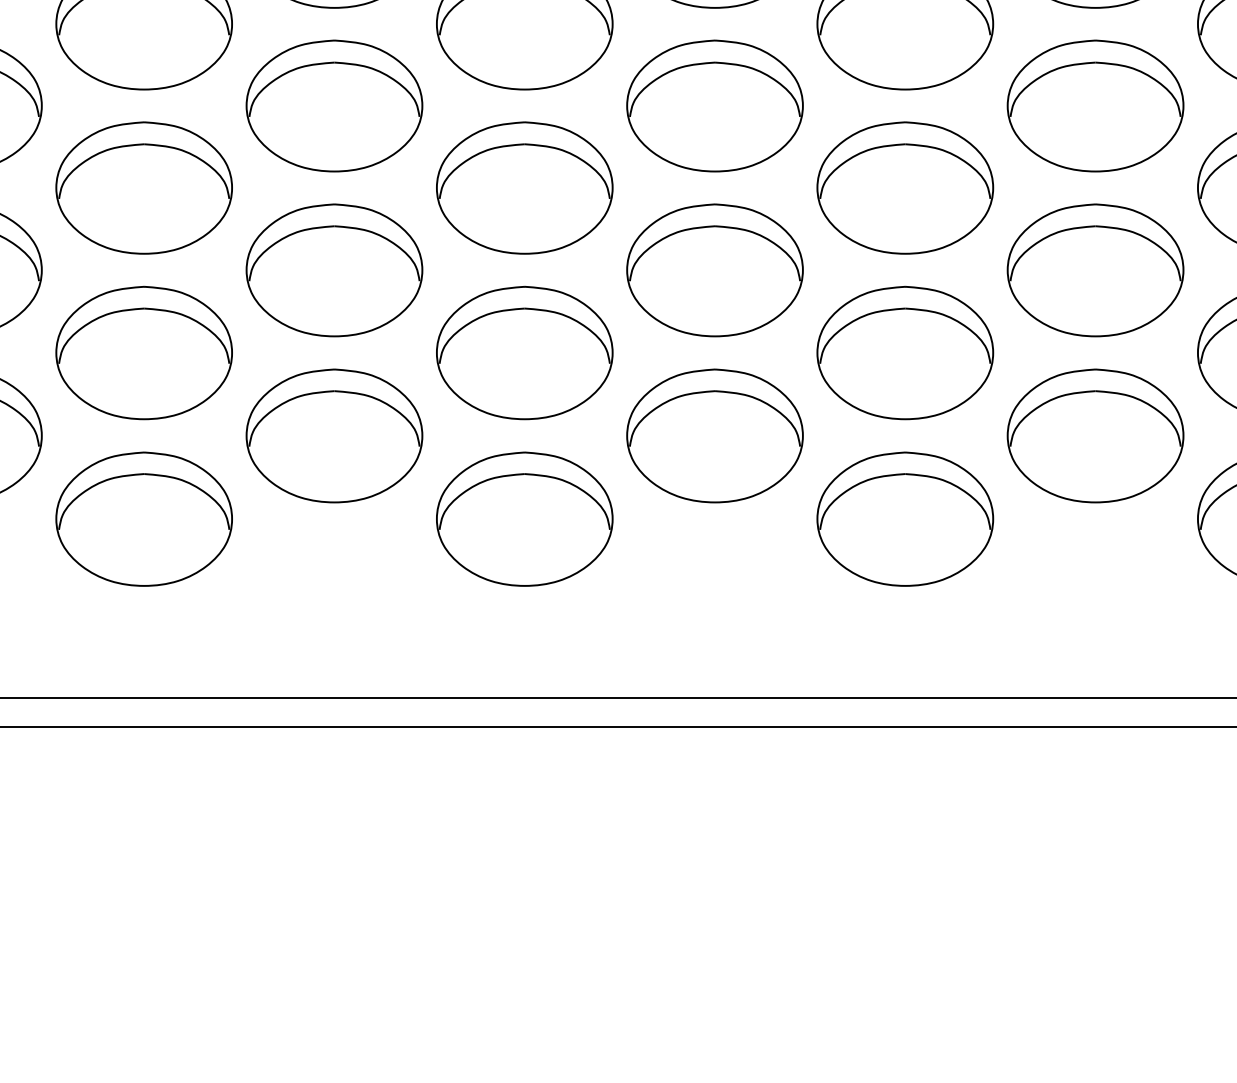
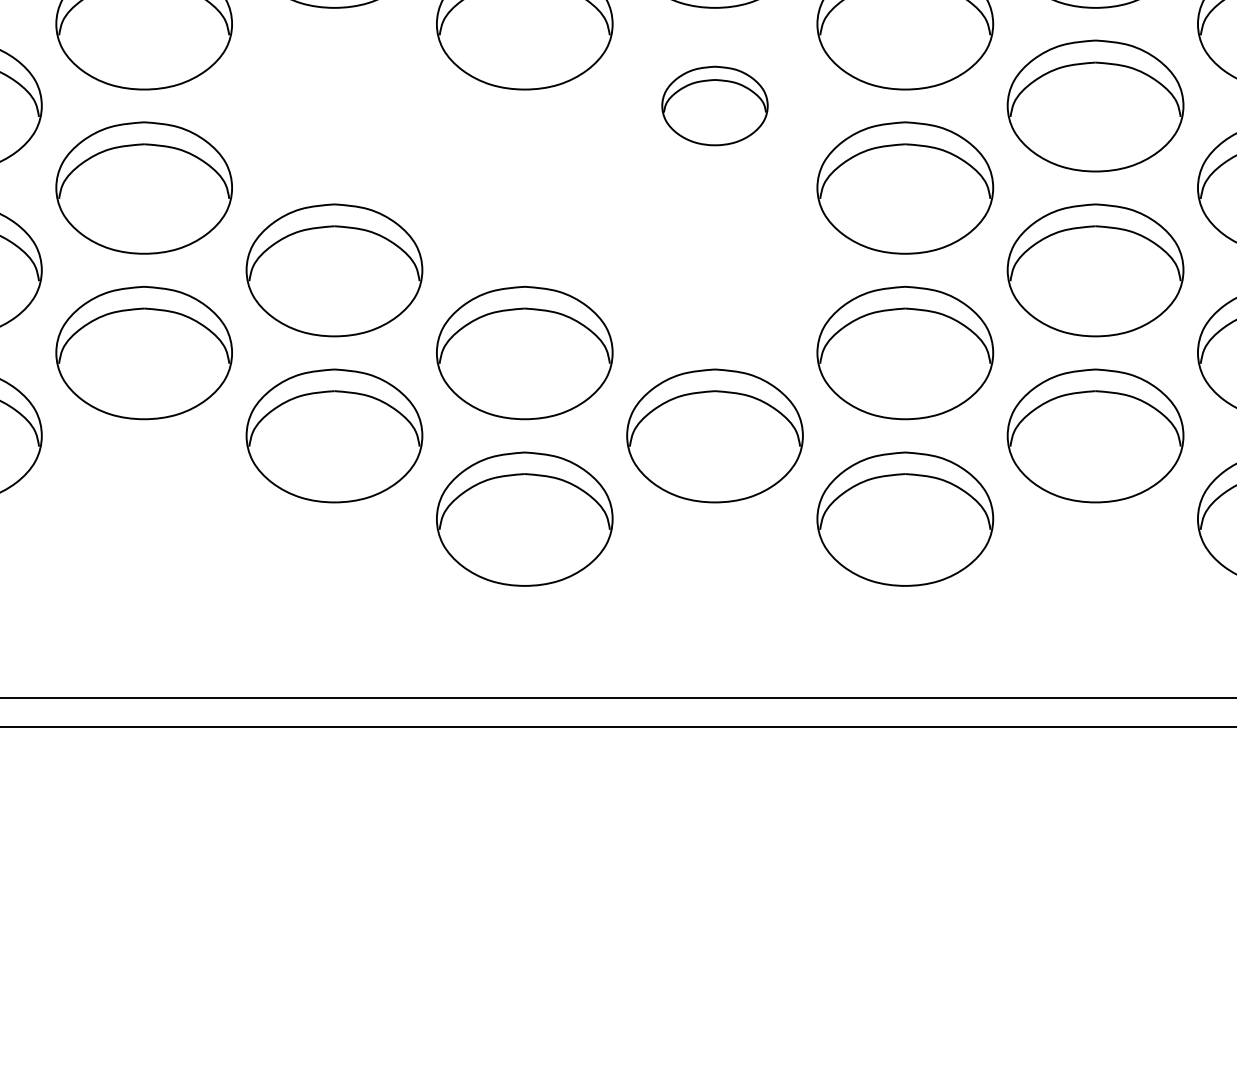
part at (334, 105): present -> none
part at (714, 105) size: 178x134 px -> 108x82 px
part at (524, 187): present -> none
part at (714, 270): present -> none
part at (143, 518): present -> none
